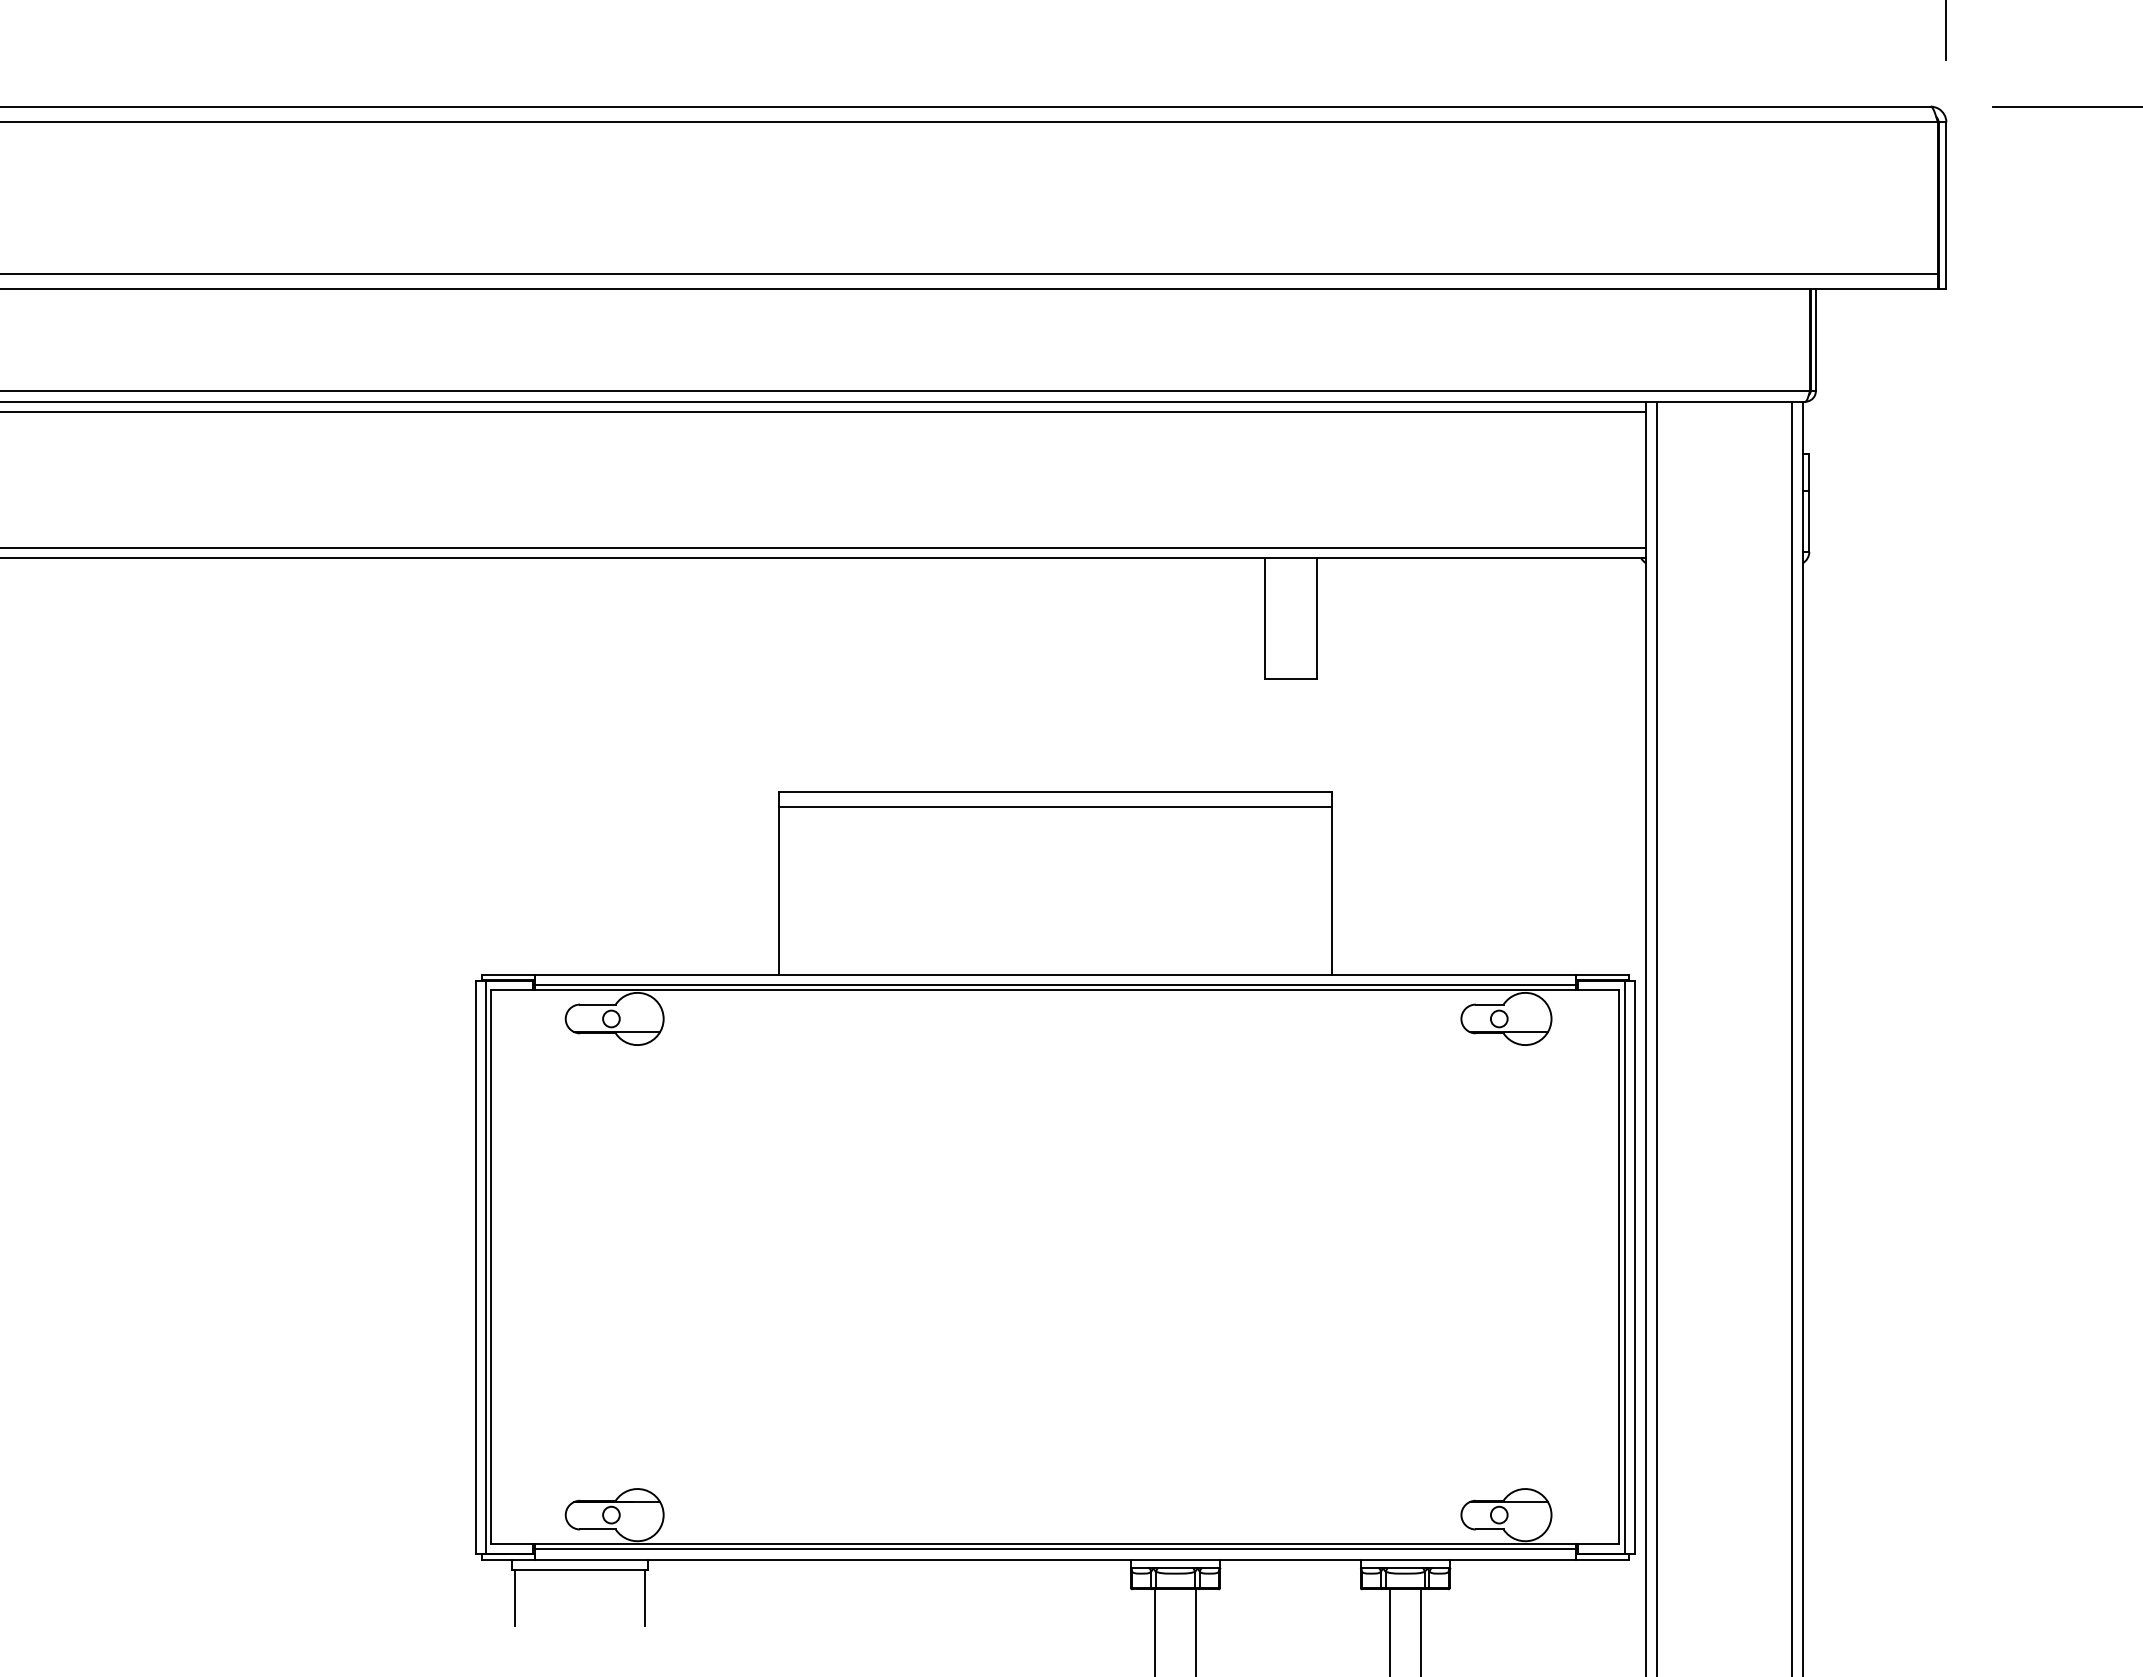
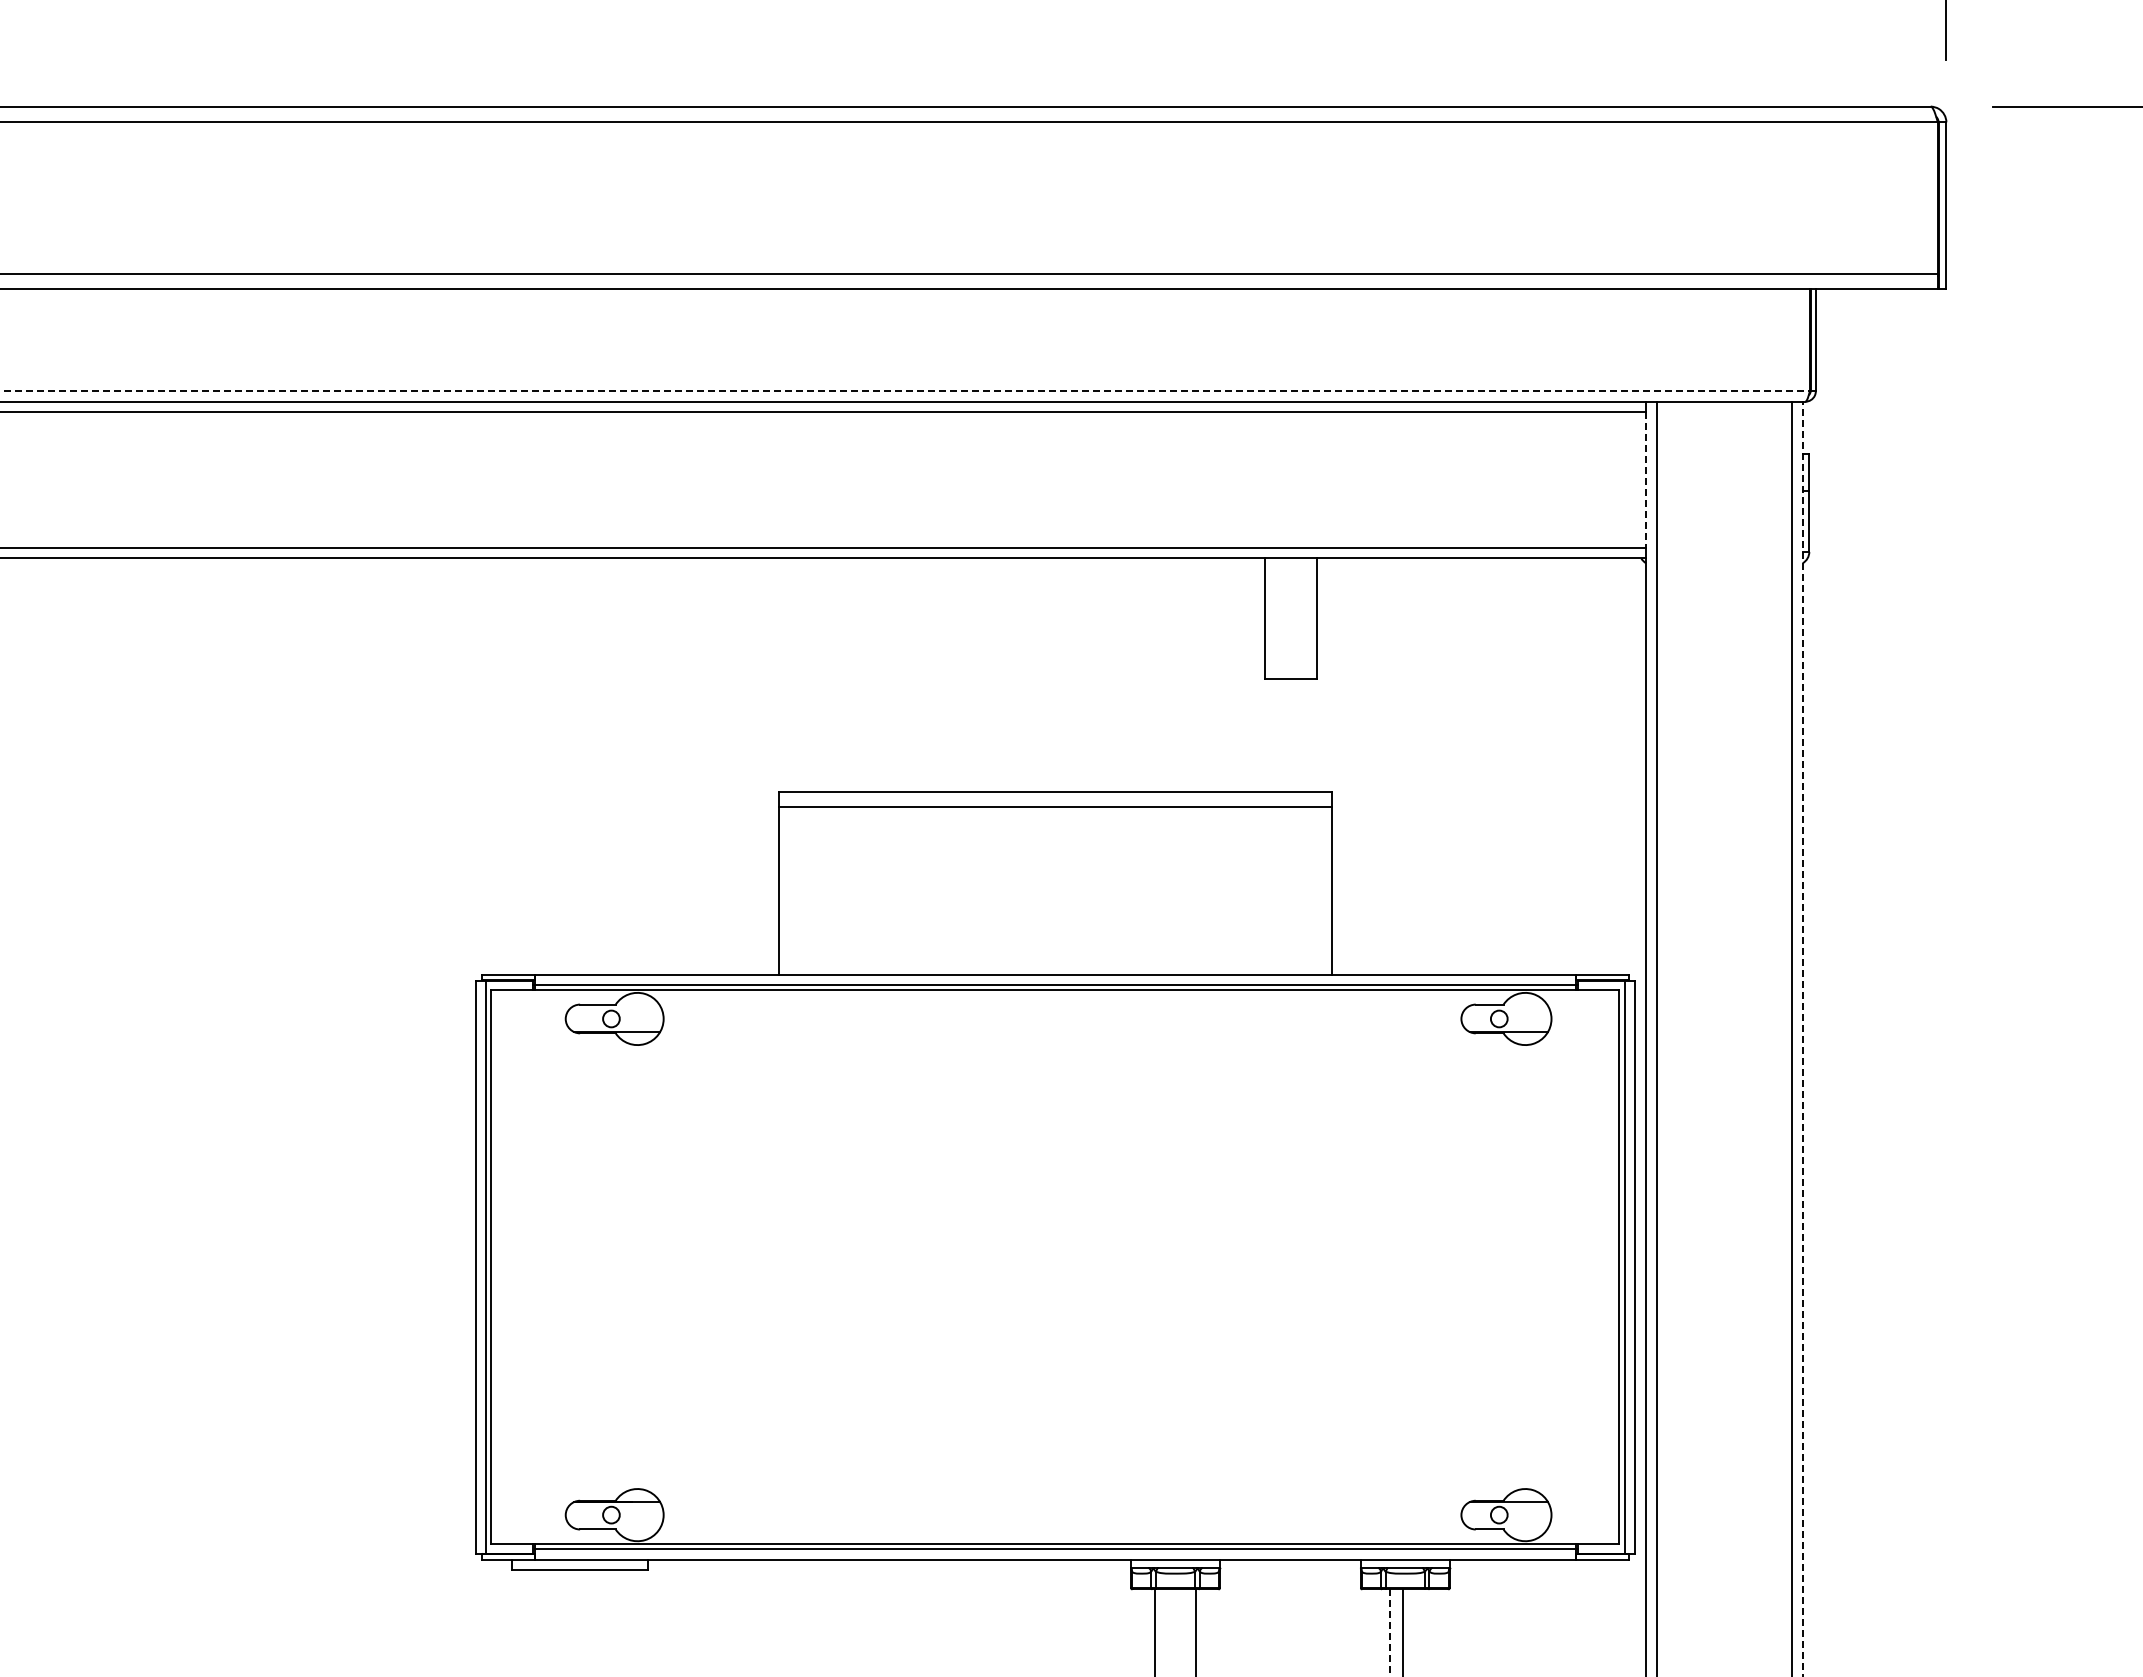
line at (905, 391): solid -> dashed
line at (1646, 480): solid -> dashed
line at (1802, 1038): solid -> dashed
line at (514, 1597): present -> none
line at (645, 1597): present -> none
line at (1420, 1631) position: (1420, 1631) -> (1402, 1631)
line at (1389, 1632): solid -> dashed
